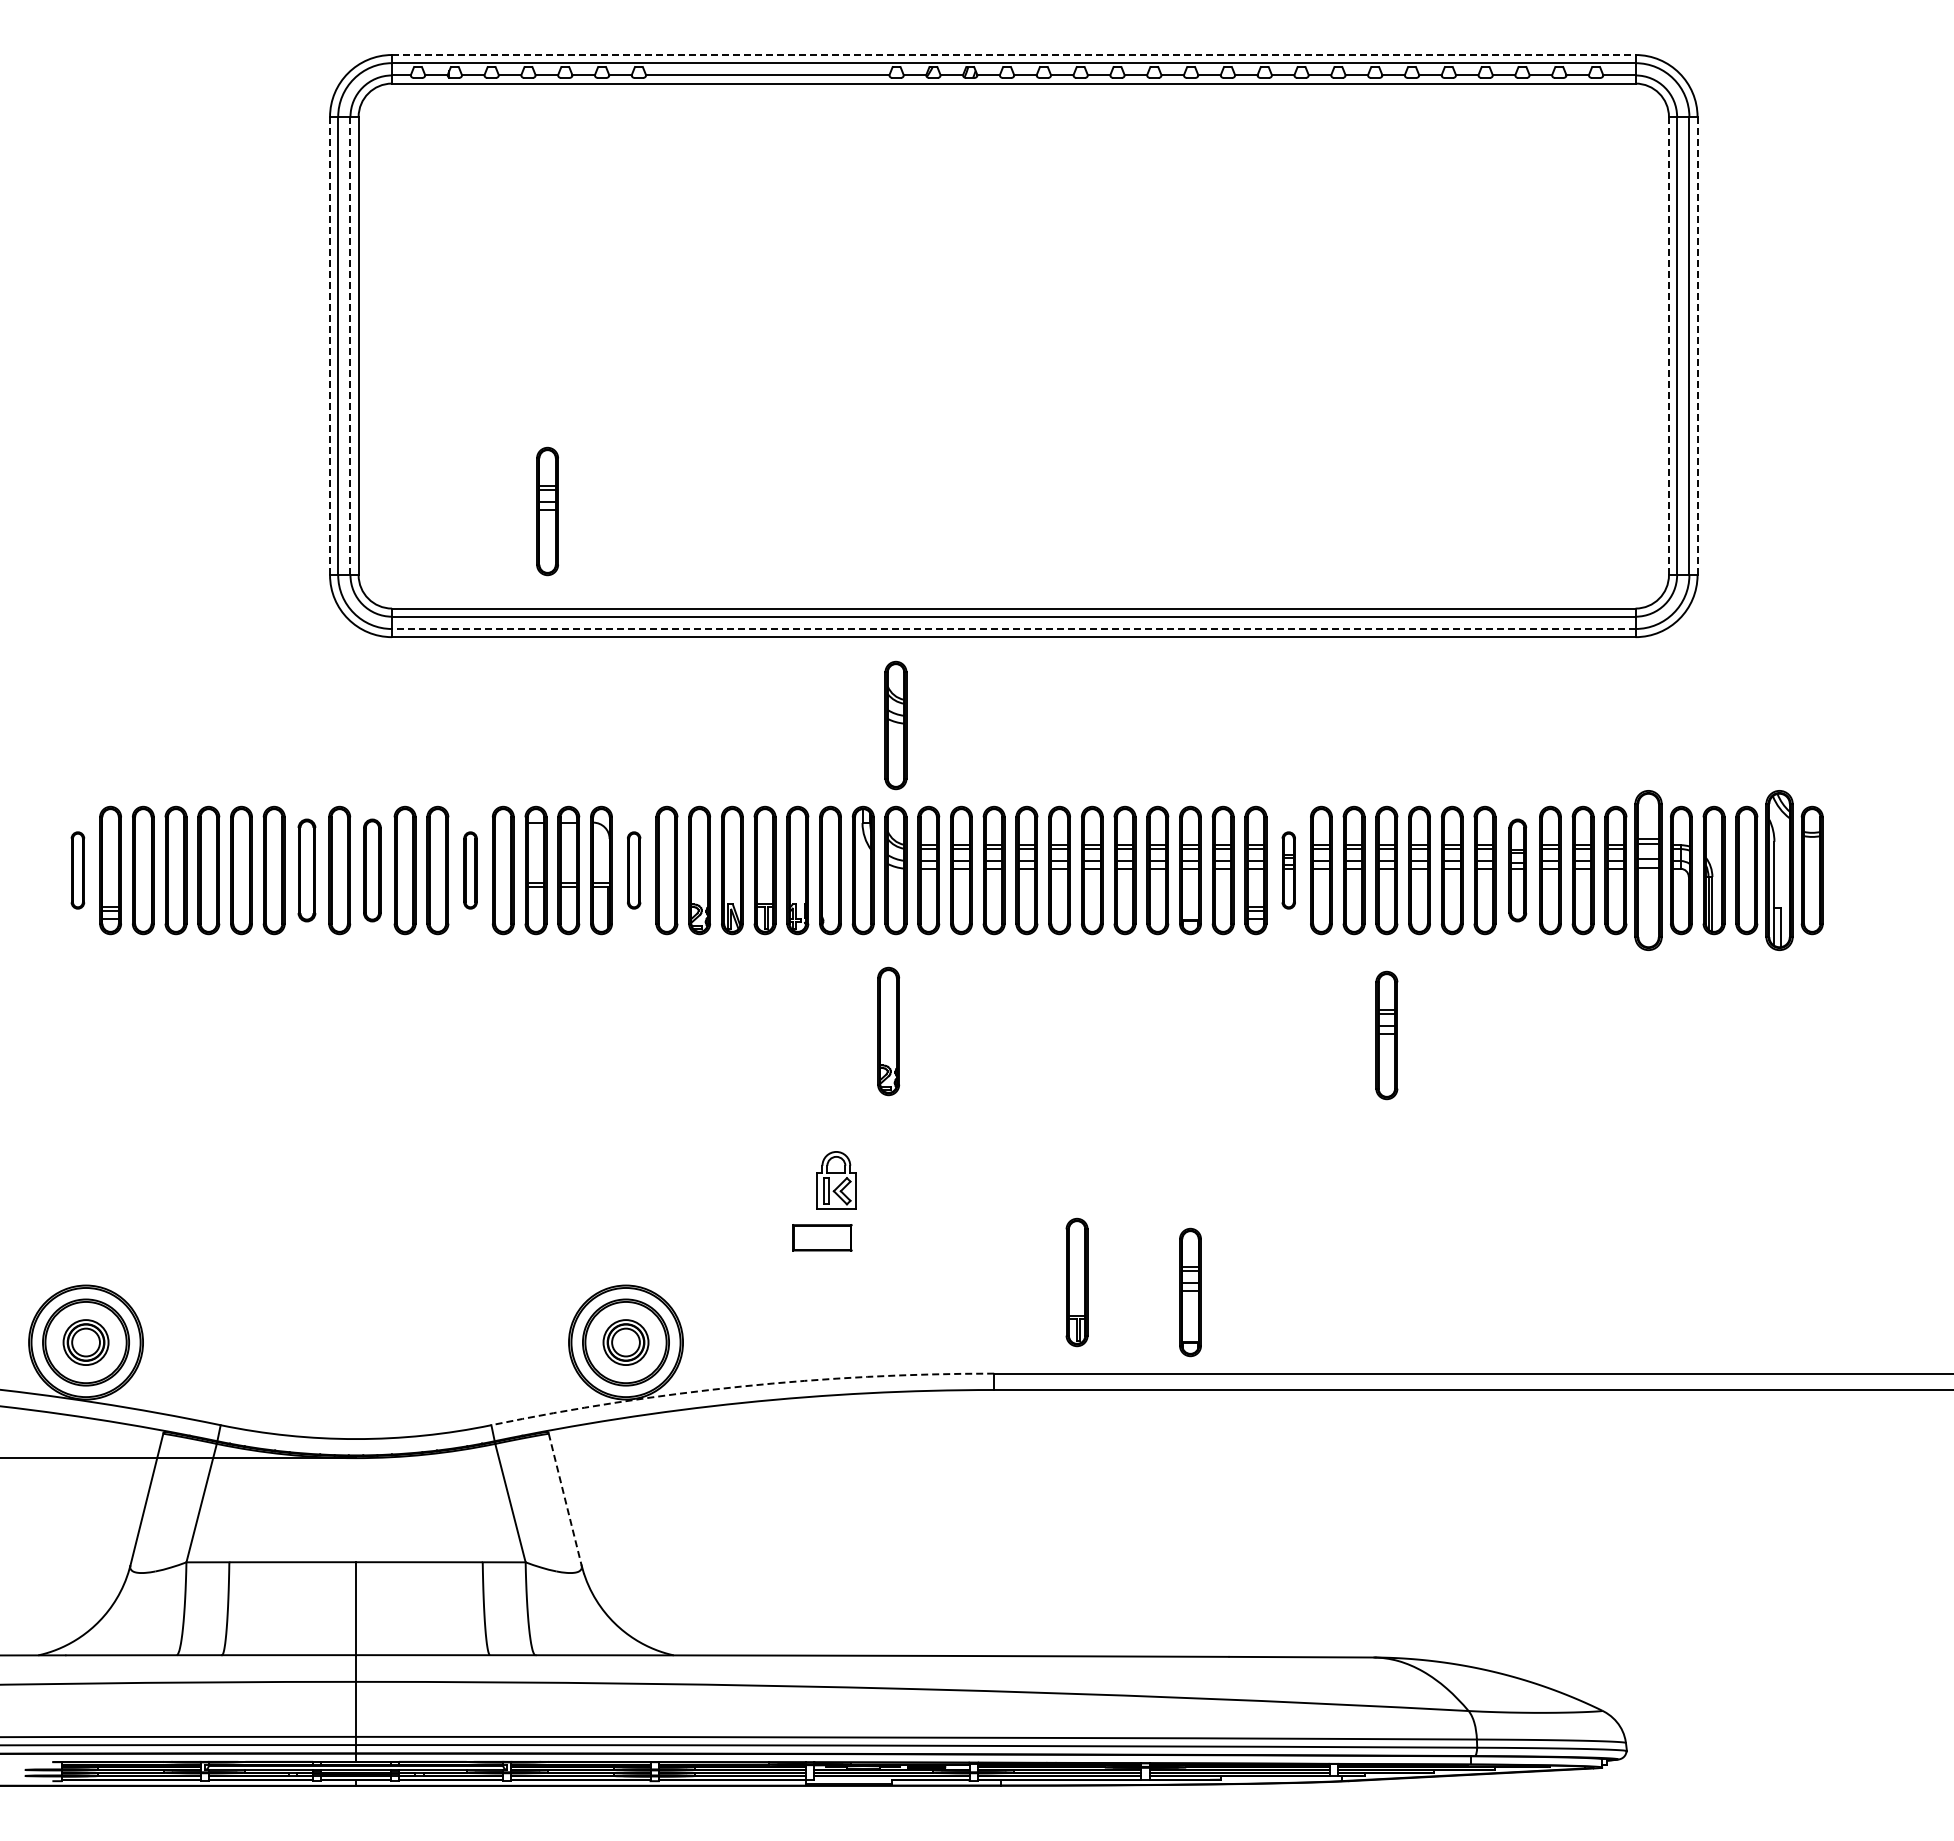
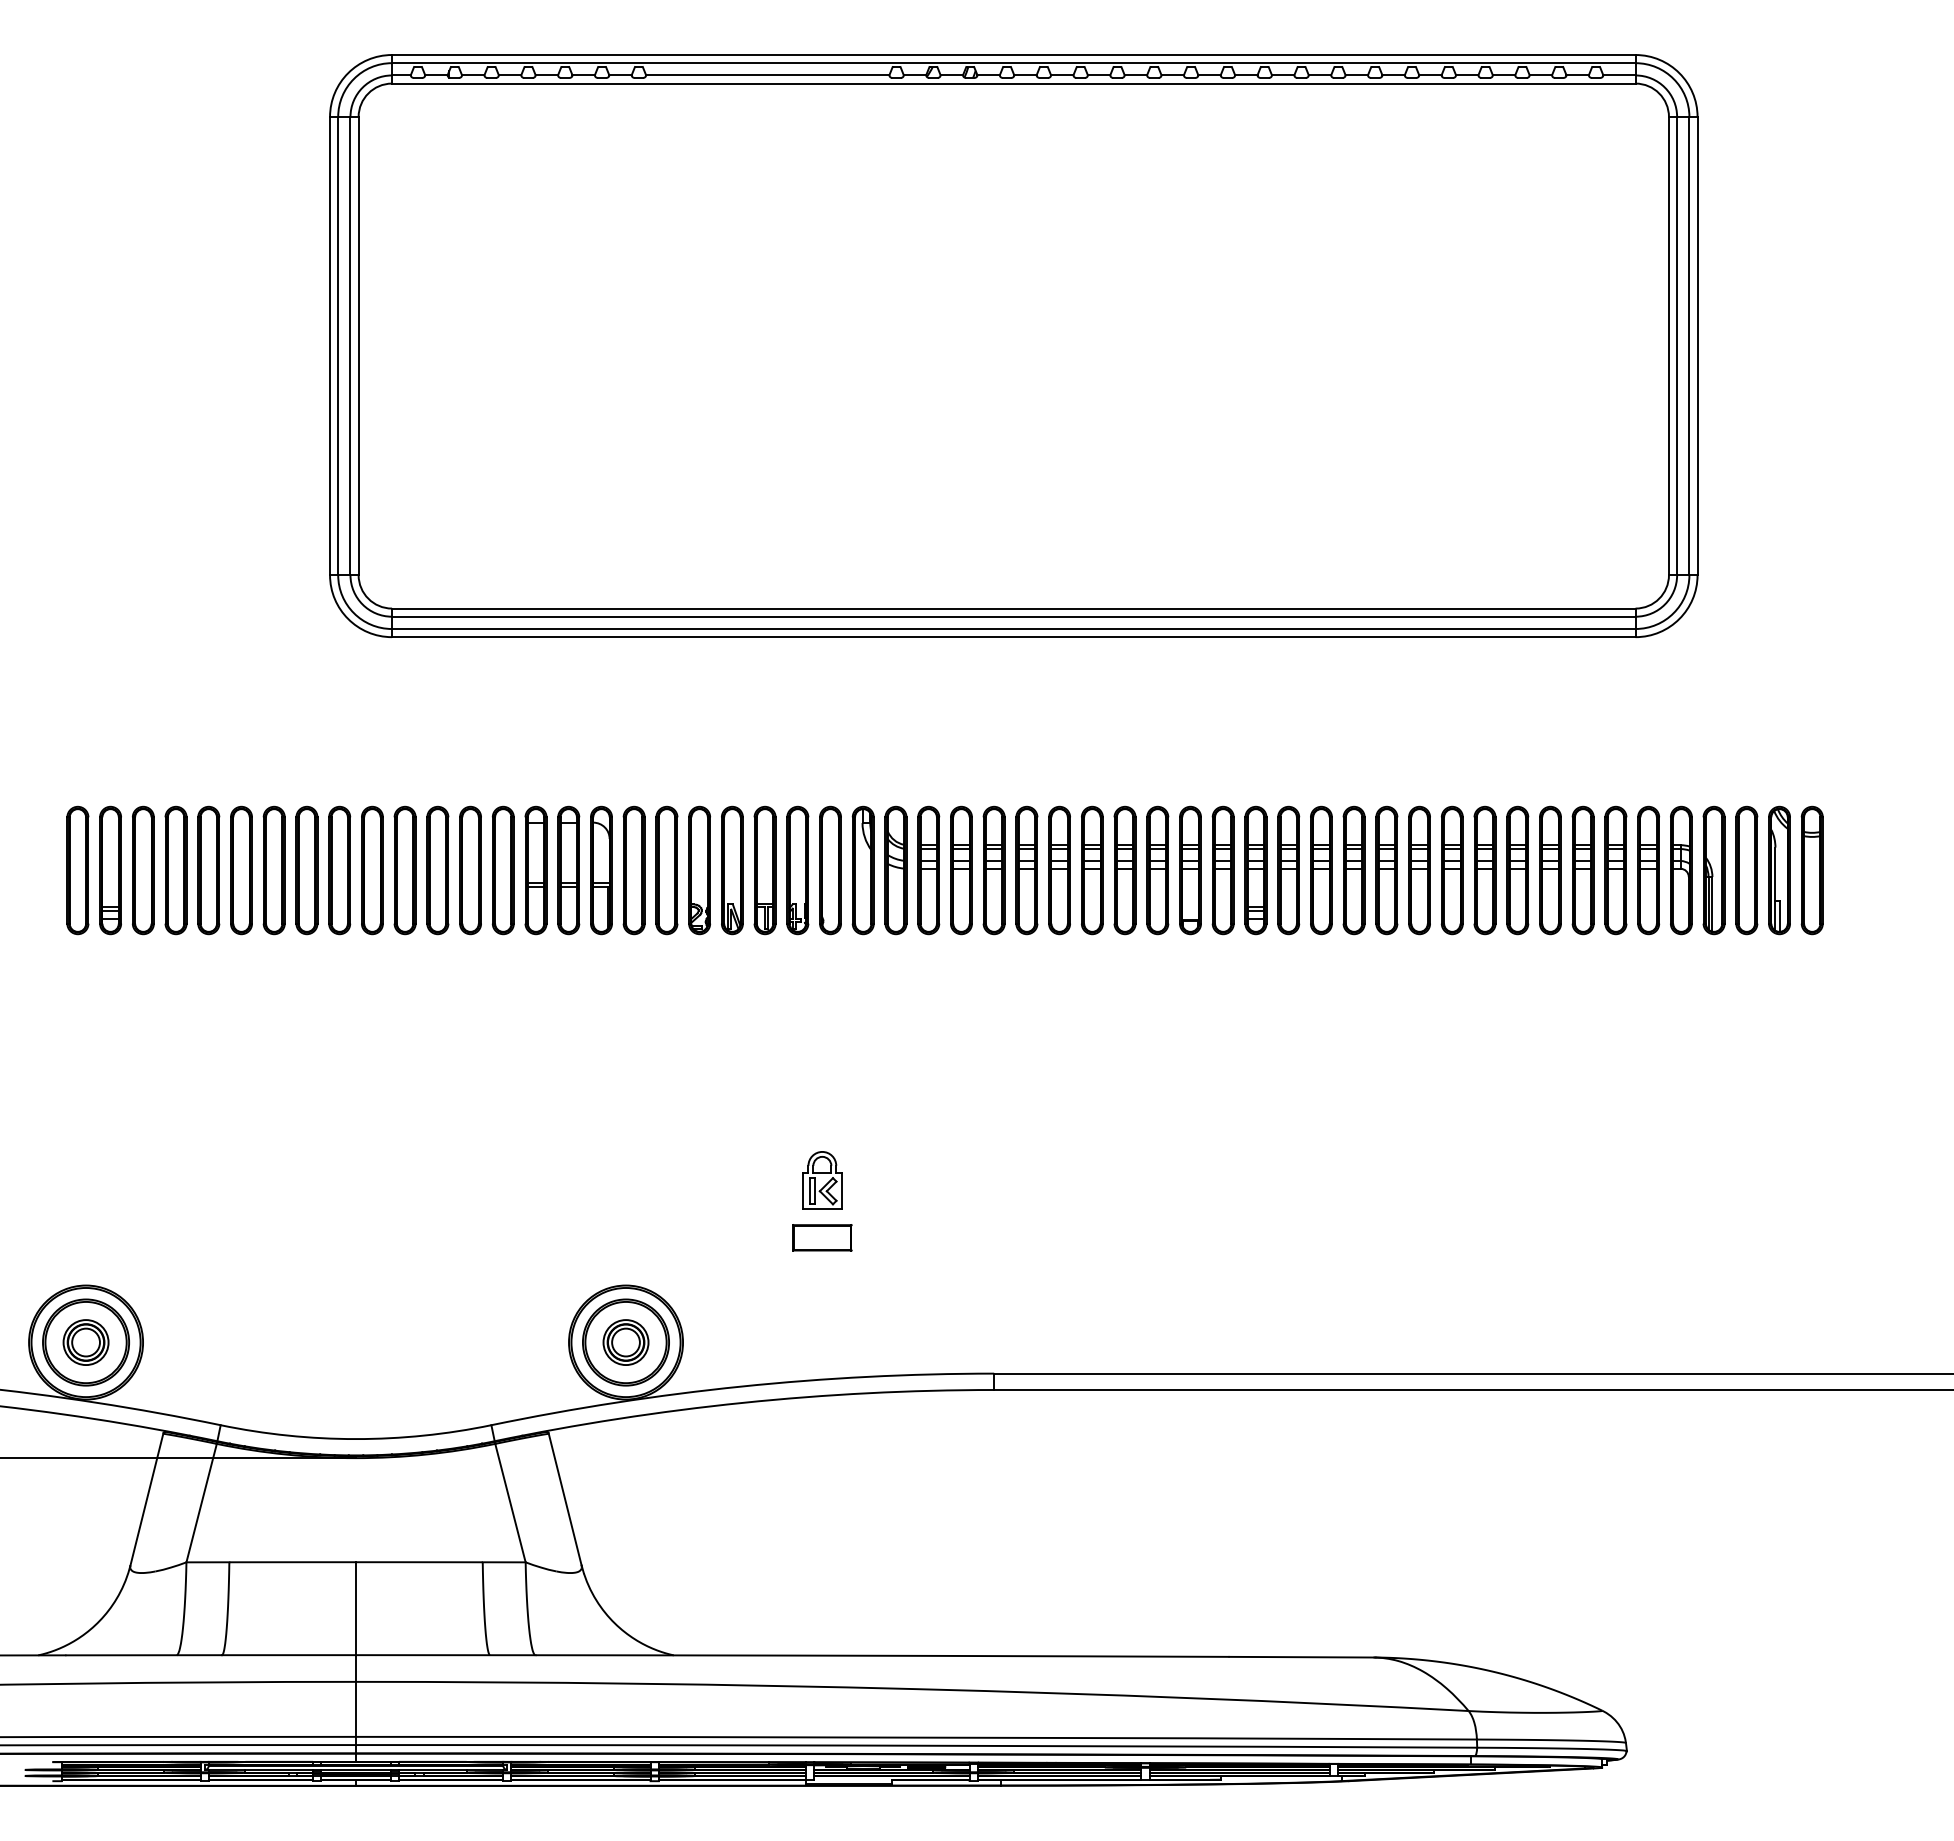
line at (1013, 55): dashed -> solid
line at (330, 345): dashed -> solid
line at (350, 345): dashed -> solid
line at (1668, 346): dashed -> solid
line at (1697, 346): dashed -> solid
part at (547, 511): present -> none
line at (1013, 629): dashed -> solid
part at (895, 725): present -> none
part at (77, 870) size: 16x79 px -> 24x131 px
part at (306, 870) size: 20x105 px -> 24x131 px
part at (372, 870) size: 19x105 px -> 23x131 px
part at (470, 870) size: 15x79 px -> 23x131 px
part at (634, 870) size: 15x79 px -> 24x131 px
part at (1288, 870) size: 15x79 px -> 24x131 px
part at (1517, 870) size: 20x105 px -> 24x131 px
part at (1648, 870) size: 29x161 px -> 24x131 px
part at (1779, 870) size: 29x161 px -> 23x131 px
part at (888, 1031): present -> none
part at (1386, 1035): present -> none
part at (836, 1180) position: (836, 1180) -> (822, 1180)
part at (1076, 1282): present -> none
part at (1190, 1292): present -> none
arc at (741, 1386): dashed -> solid
line at (565, 1499): dashed -> solid
